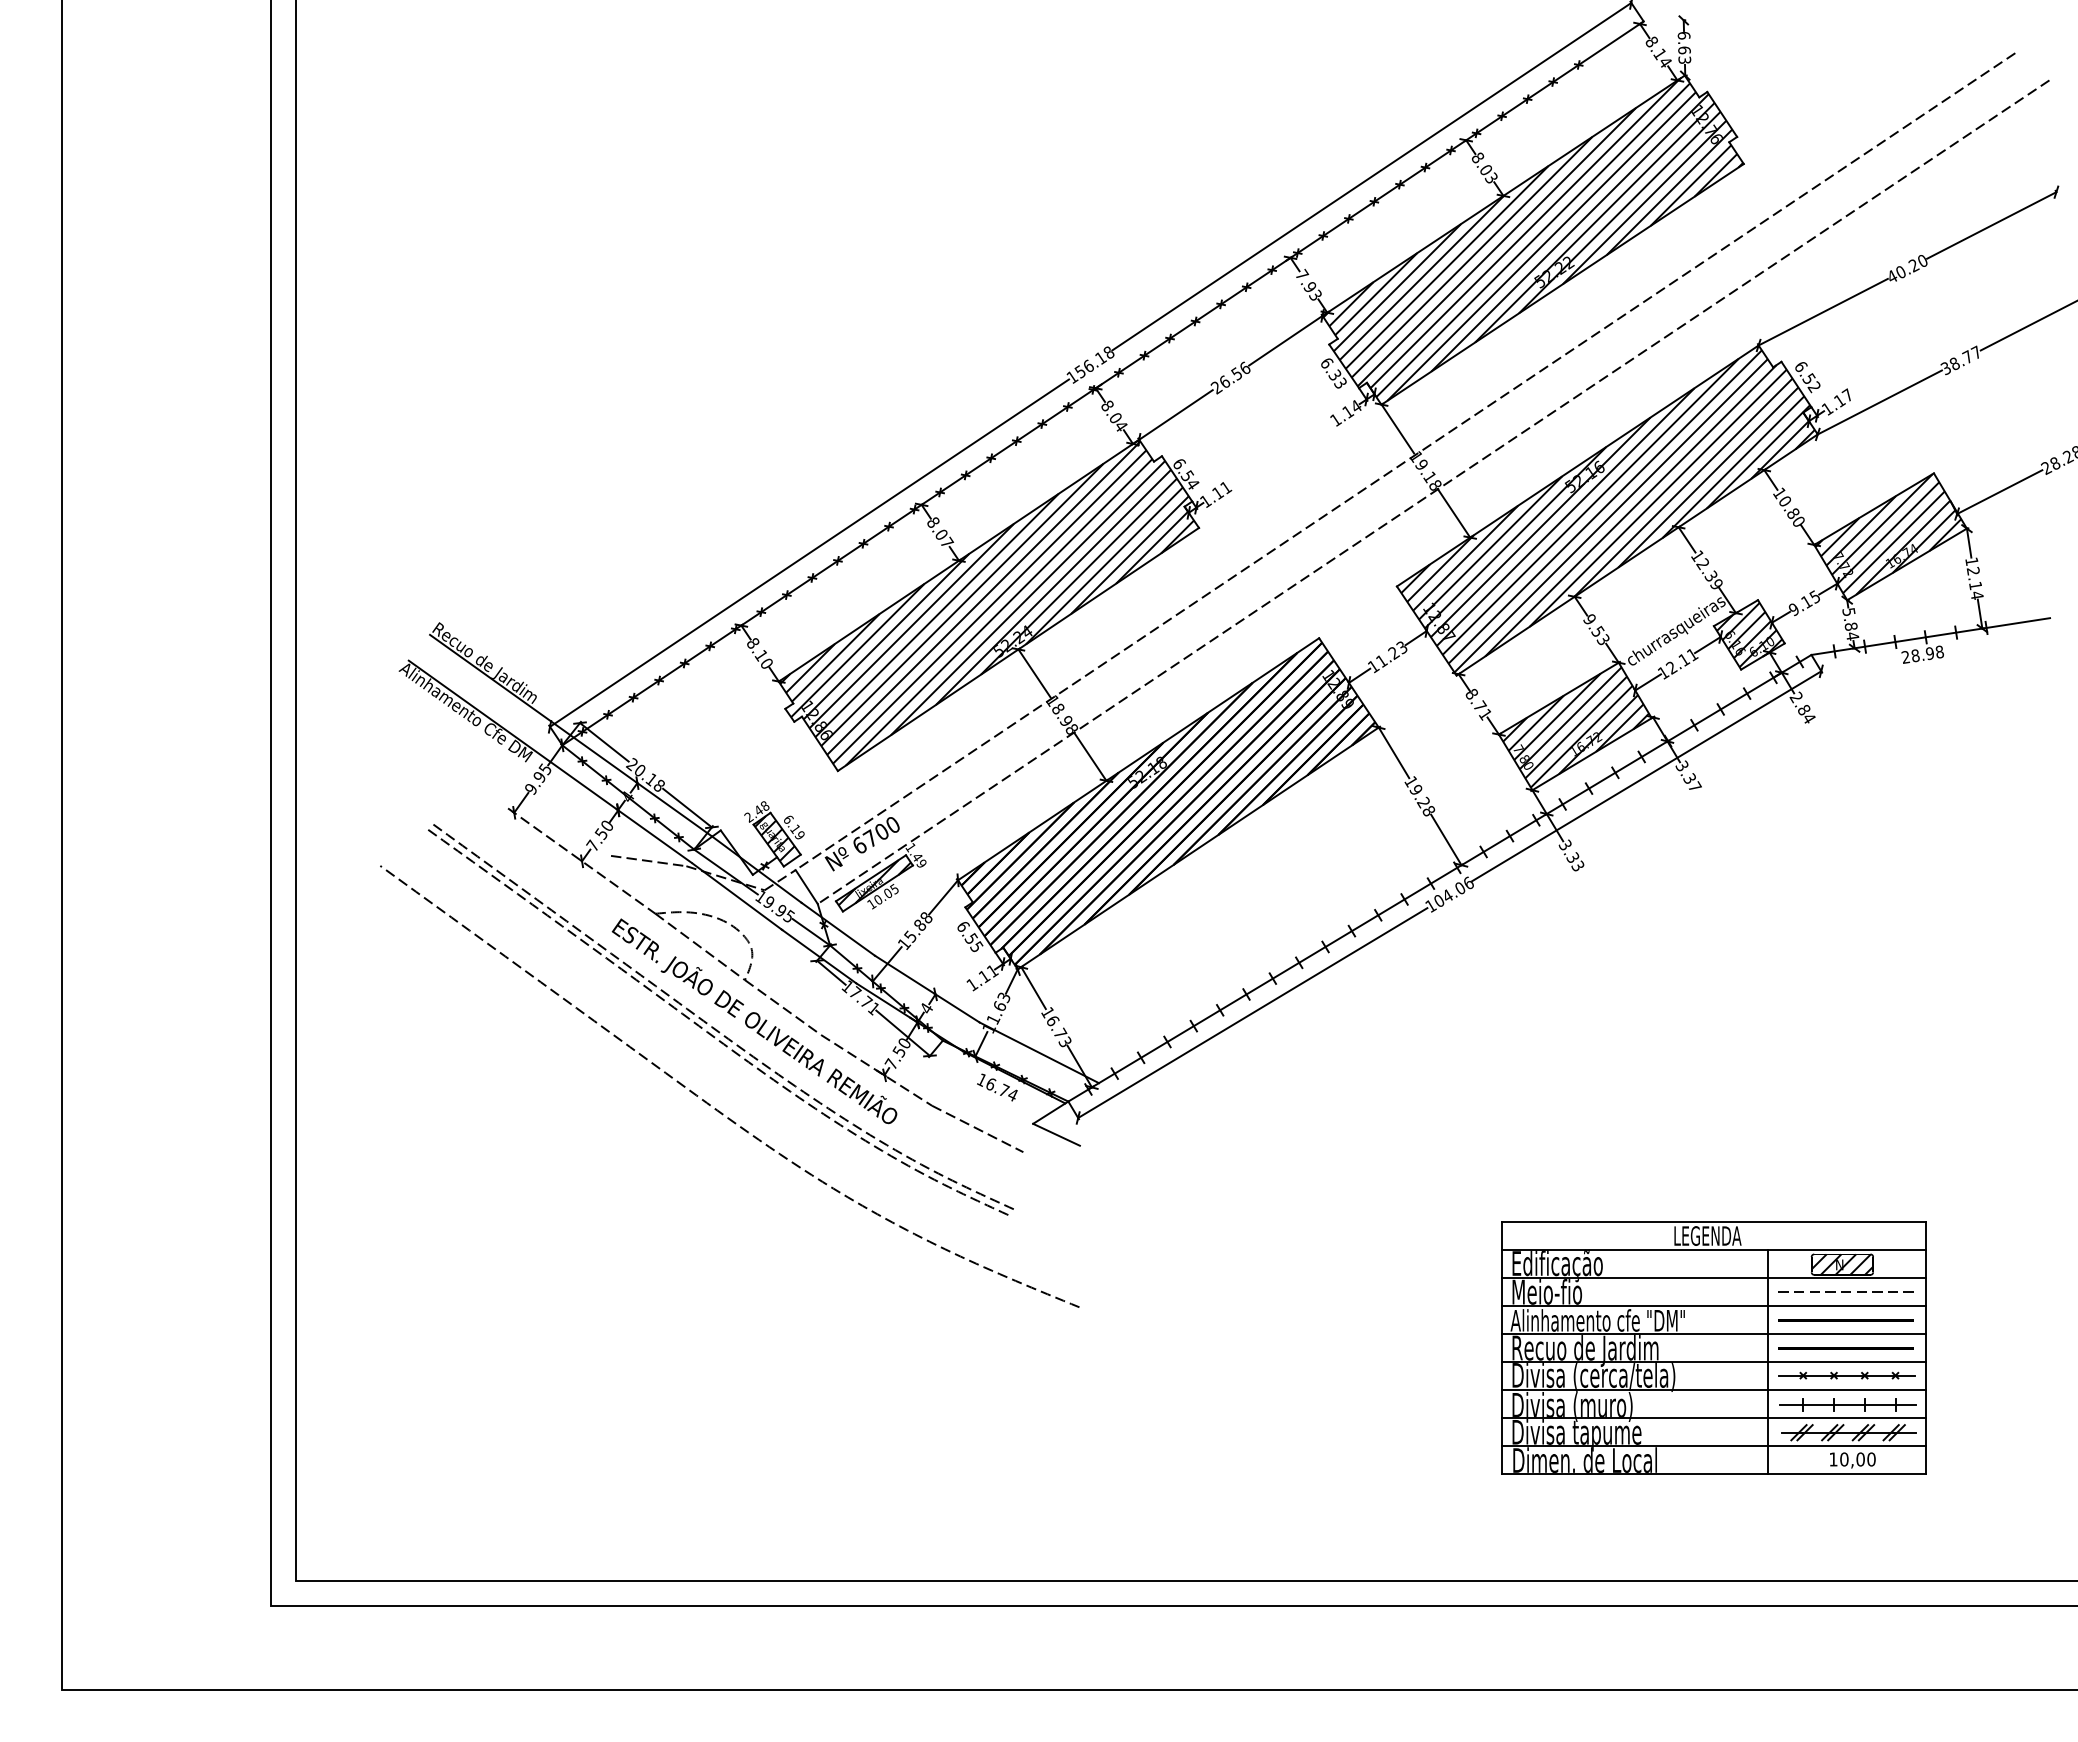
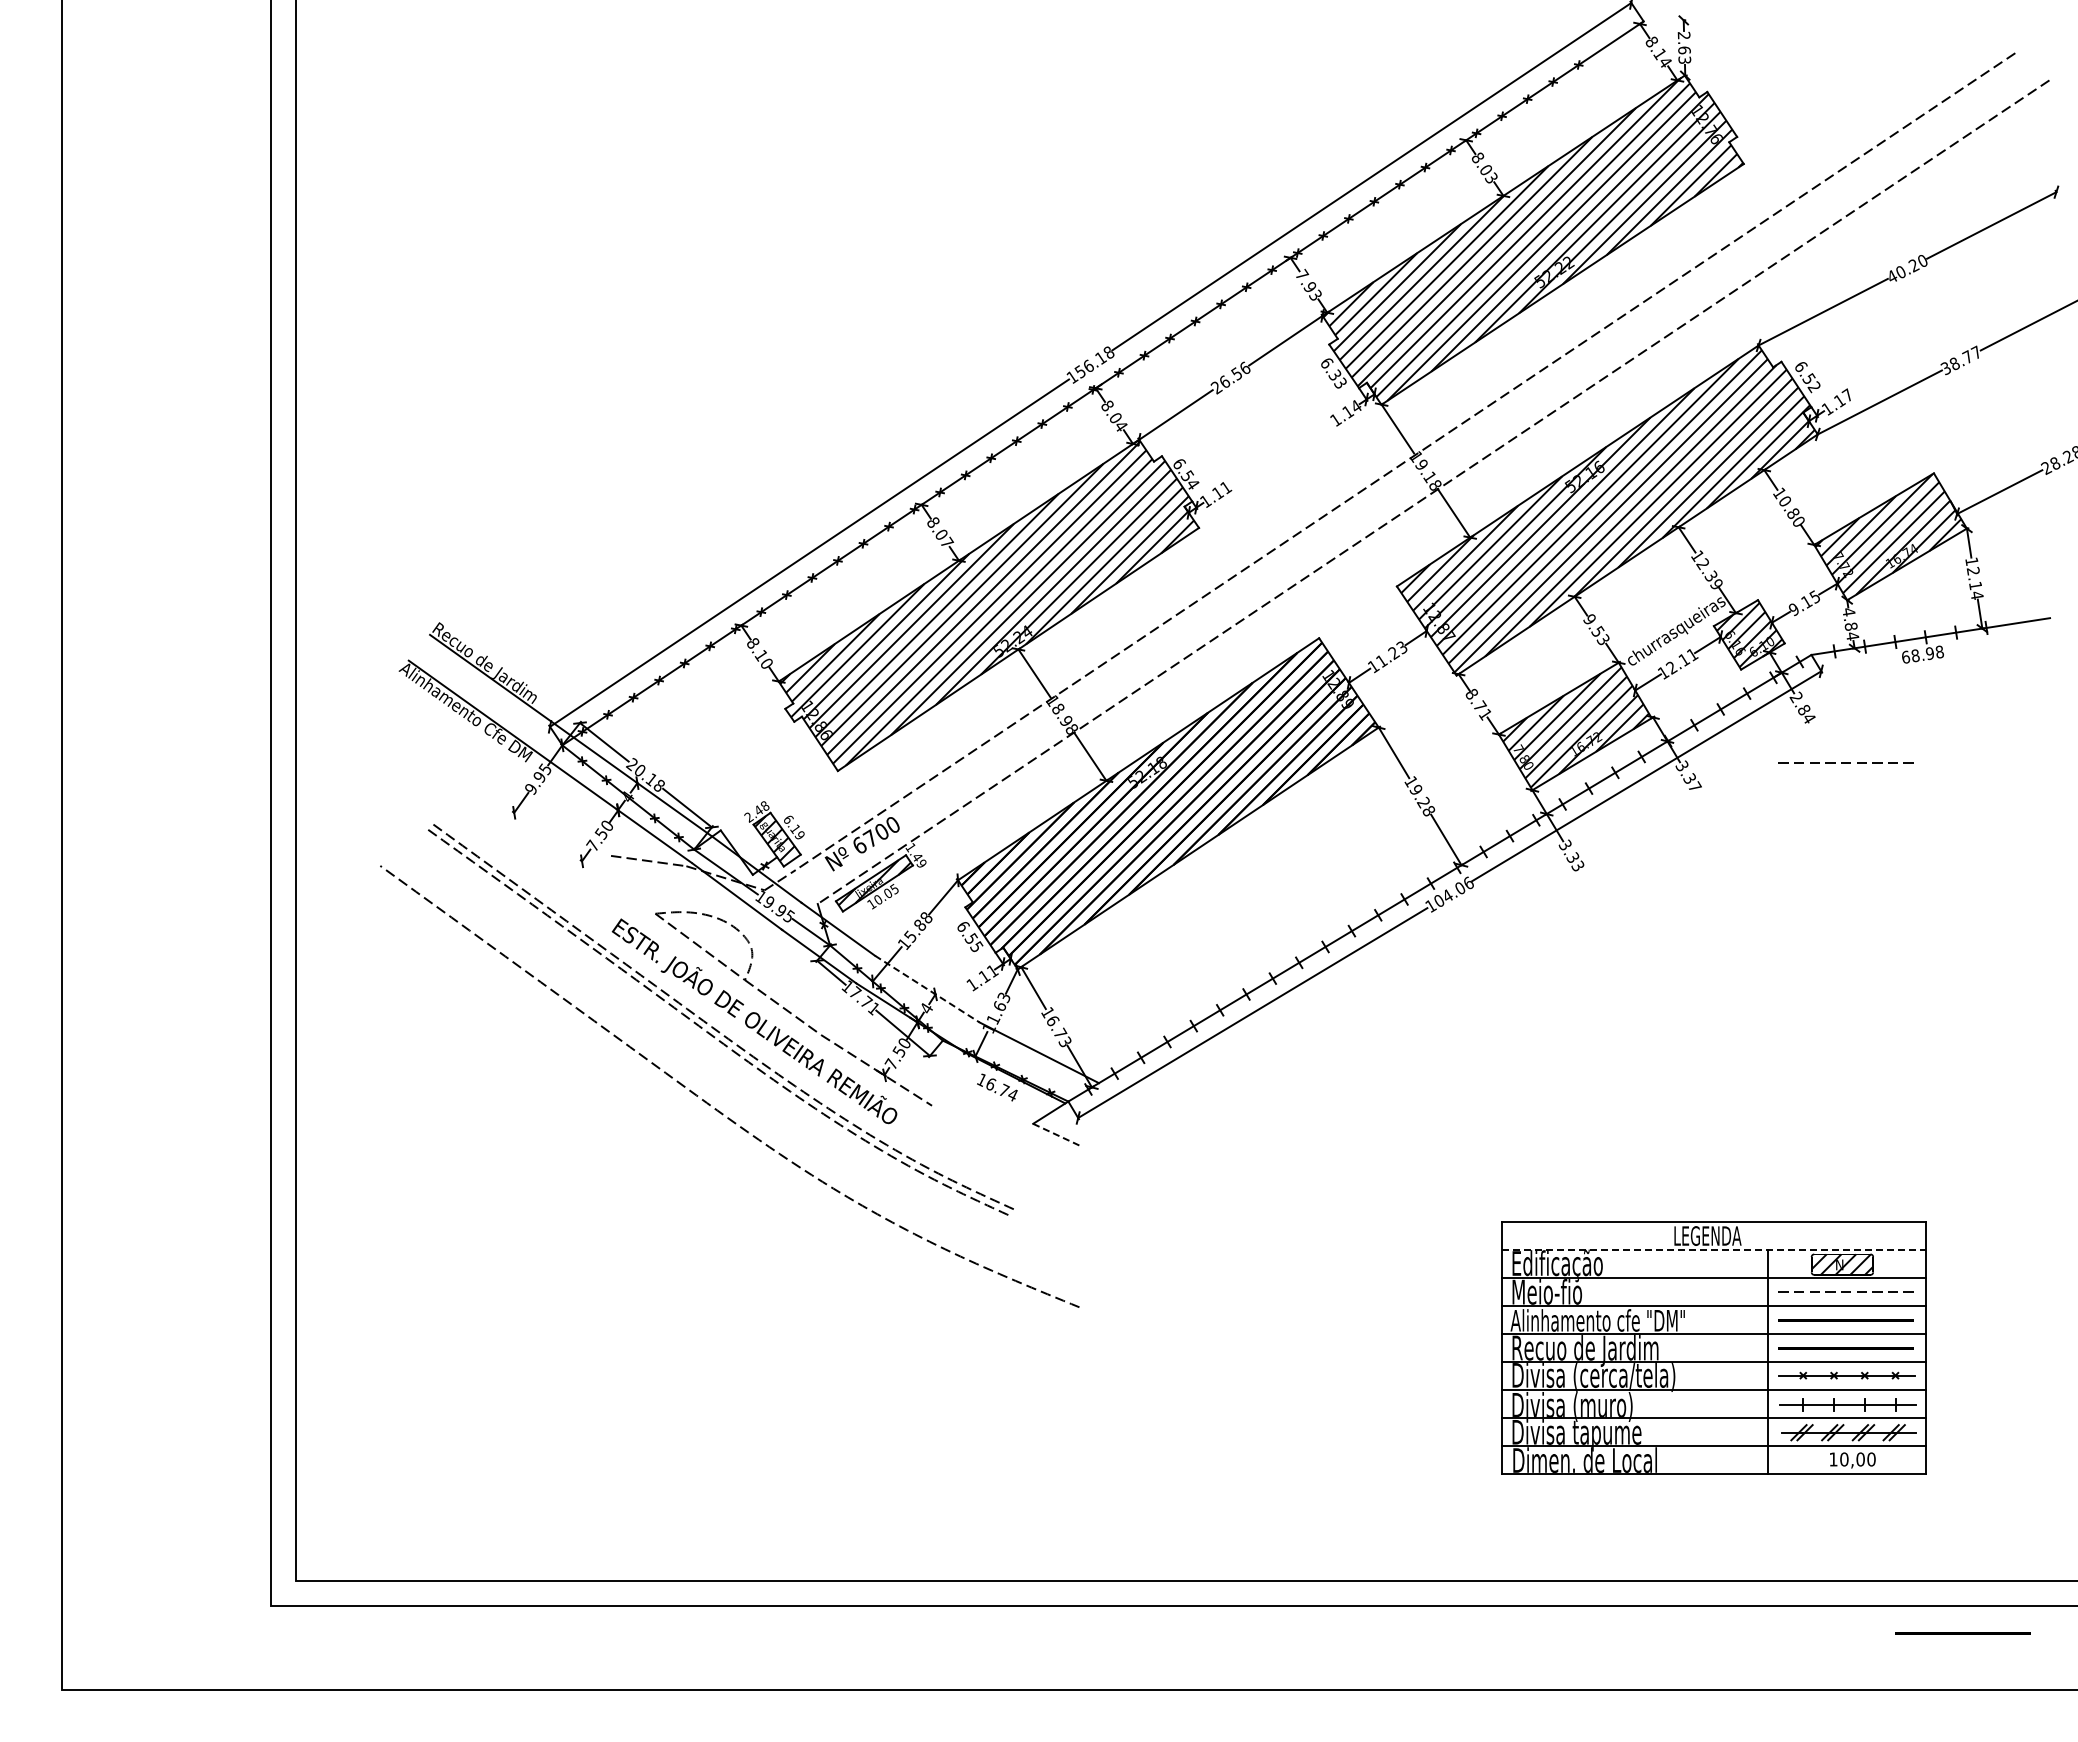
text at (1683, 35): 6.63 -> 2.63
text at (1848, 612): 5.84 -> 4.84
text at (1905, 656): 28.98 -> 68.98
line at (1845, 762): none -> present
line at (581, 860): present -> none
line at (806, 887): present -> none
line at (927, 989): solid -> dashed
line at (977, 1128): present -> none
line at (1056, 1134): solid -> dashed
line at (1713, 1250): solid -> dashed
line at (1962, 1633): none -> present
